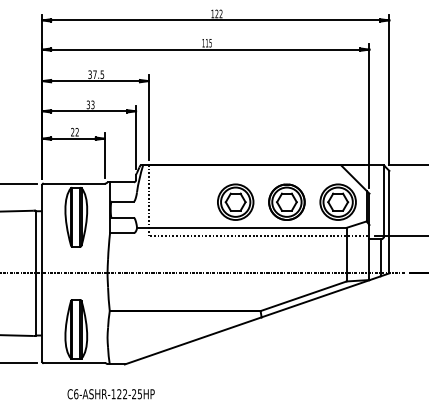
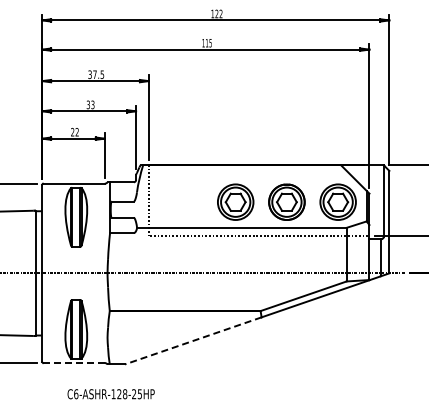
line at (192, 341): solid -> dashed
line at (73, 363): solid -> dashed
text at (125, 394): C6-ASHR-122-25HP -> C6-ASHR-128-25HP
